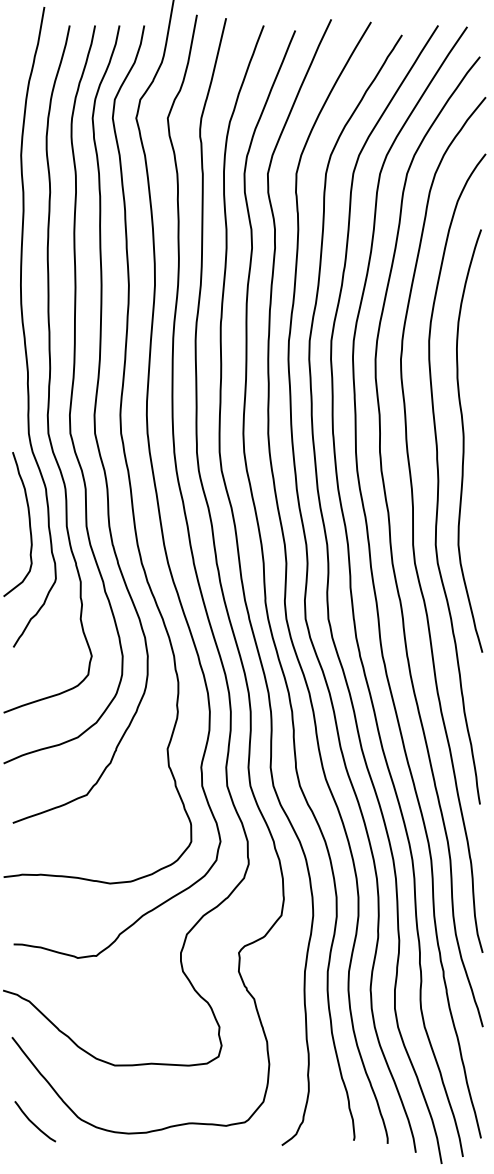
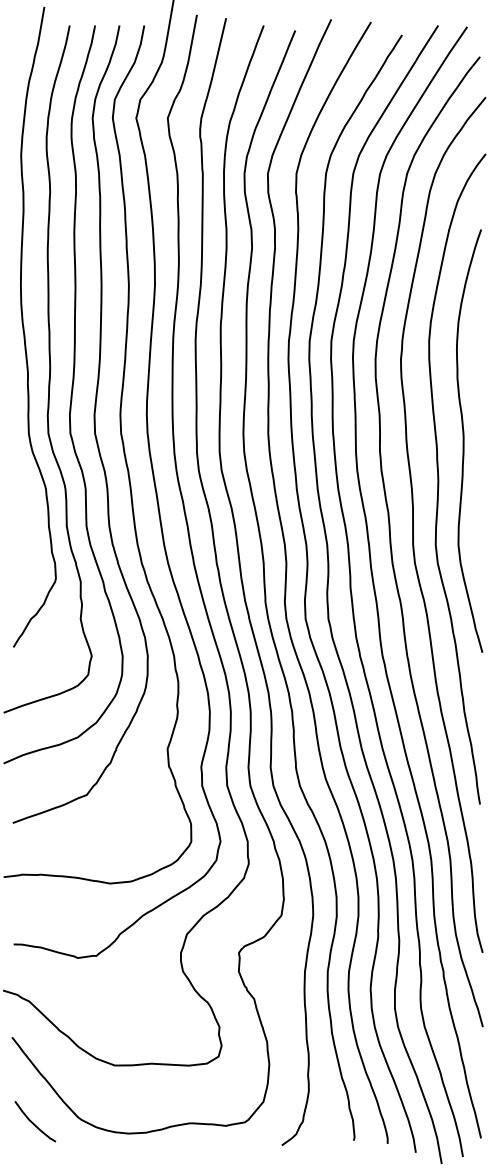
curve at (28, 520): present -> none
